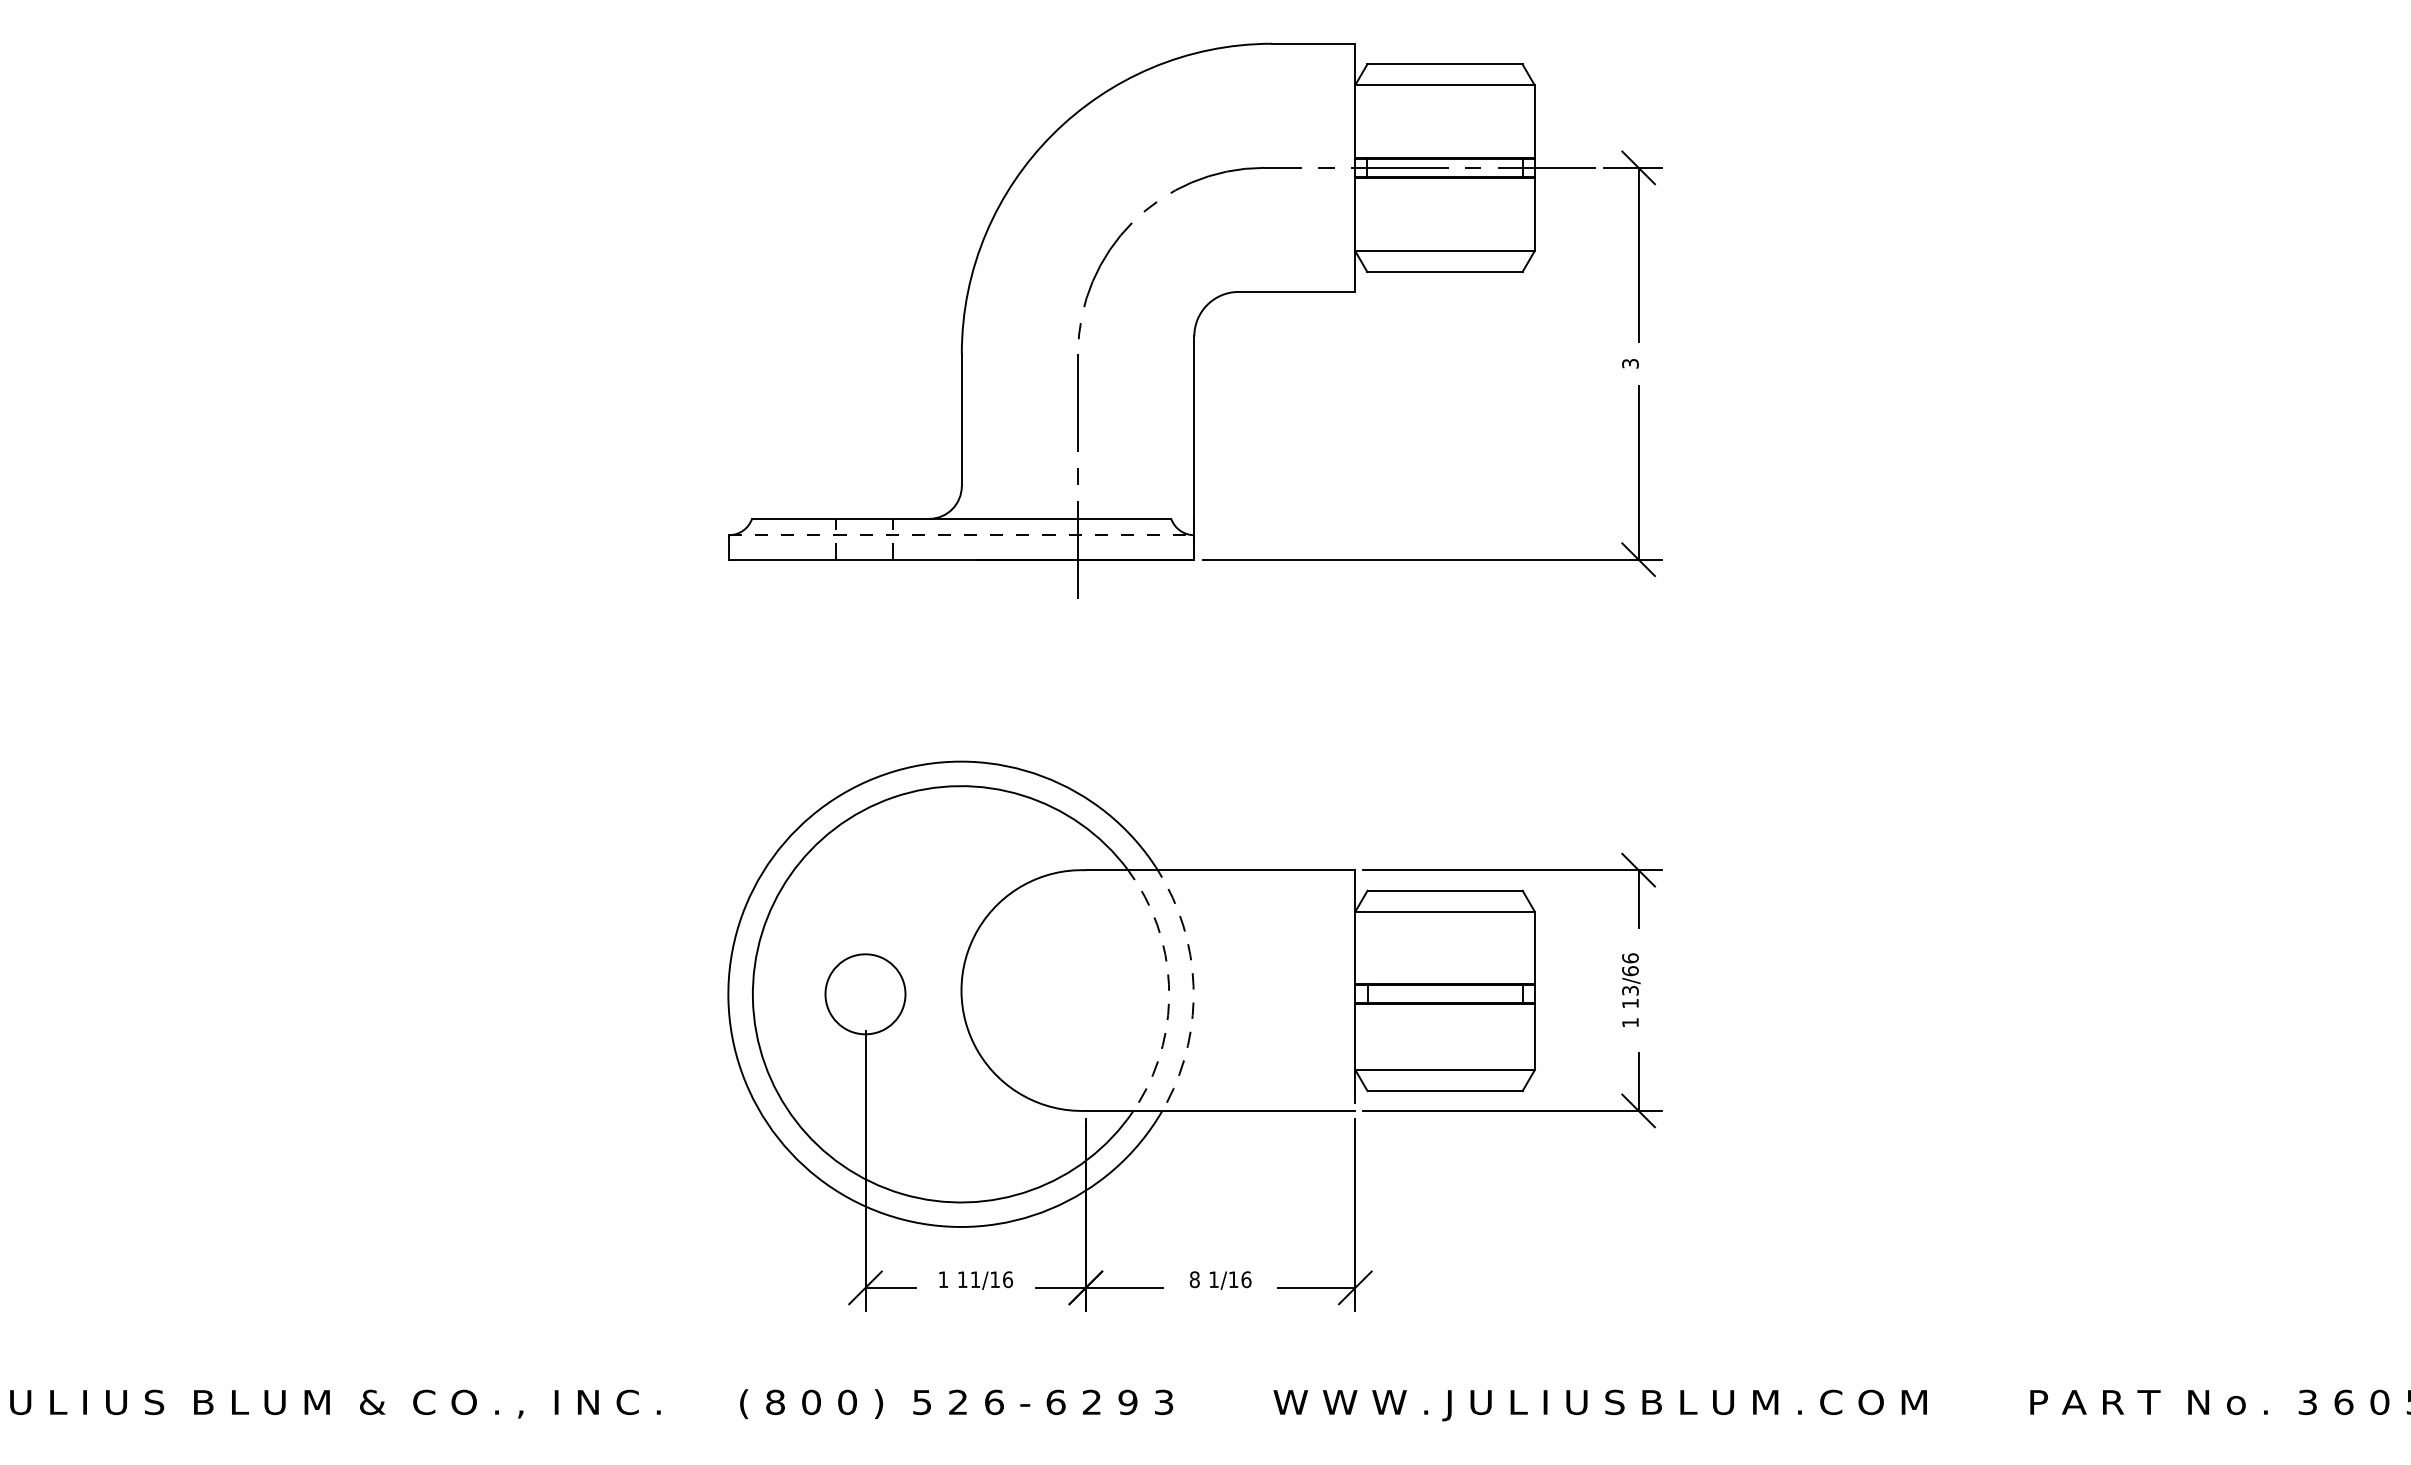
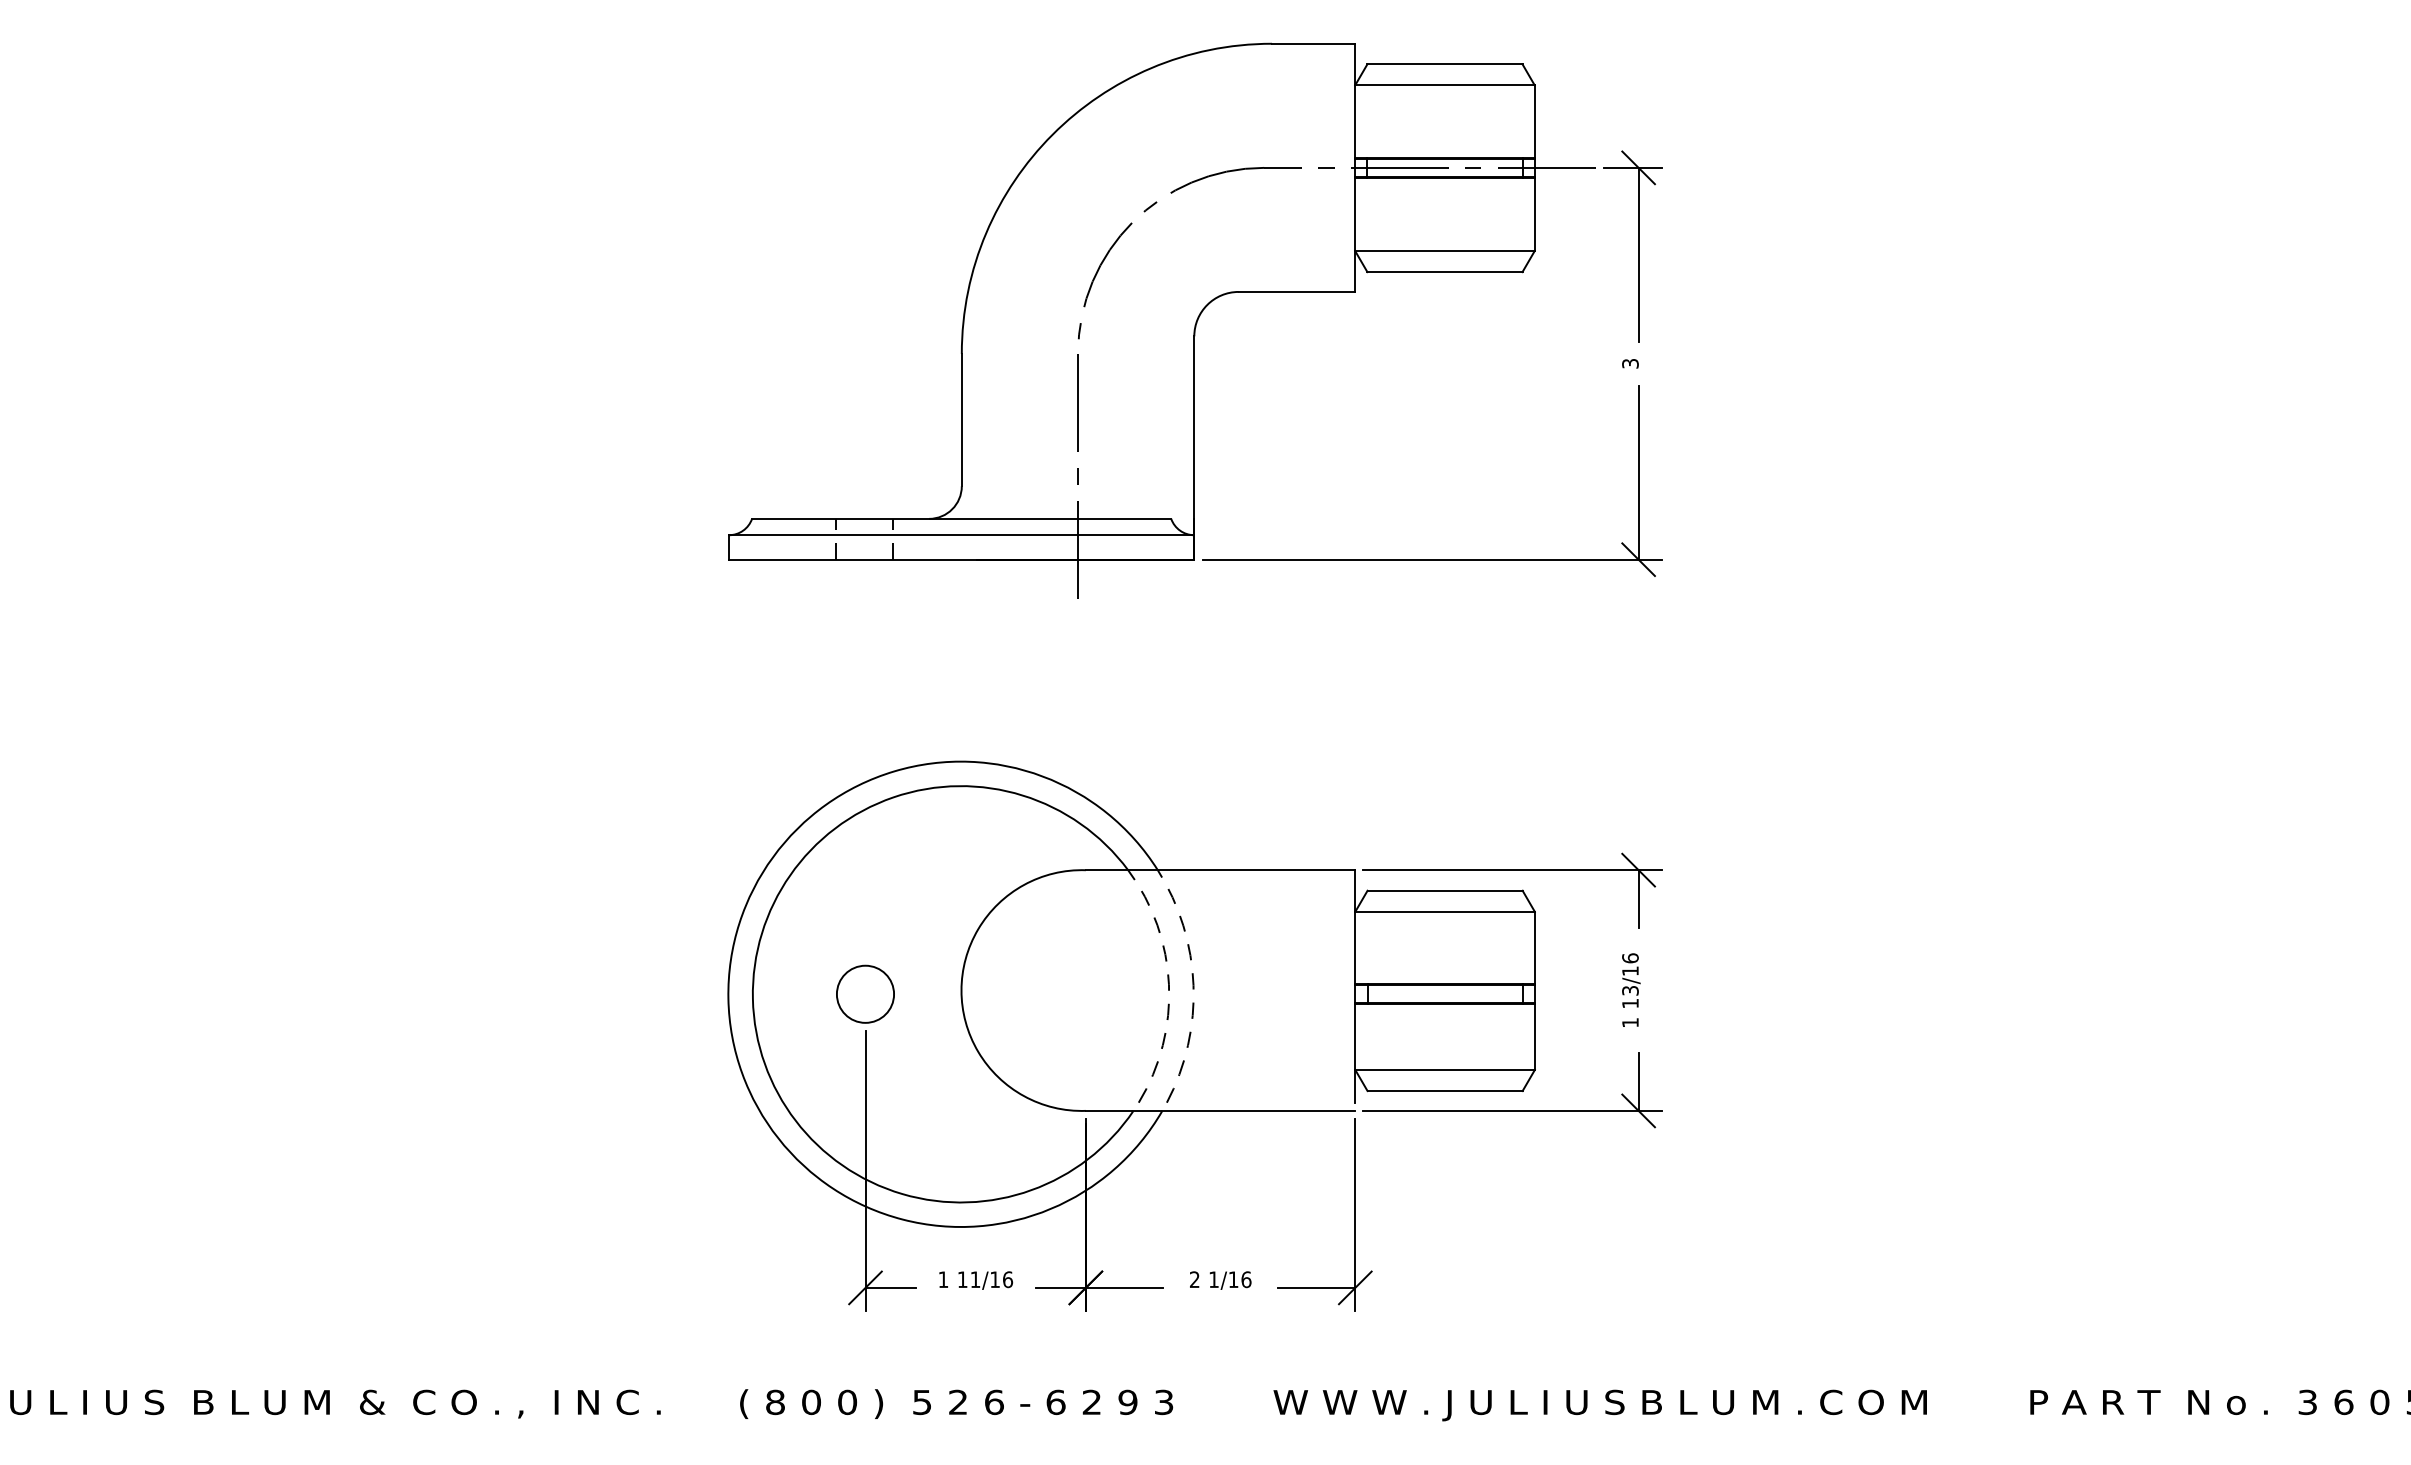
line at (961, 535): dashed -> solid
text at (1630, 971): 13/66 -> 13/16
circle at (865, 994) diameter: 80 px -> 57 px
text at (1194, 1279): 8 -> 2
